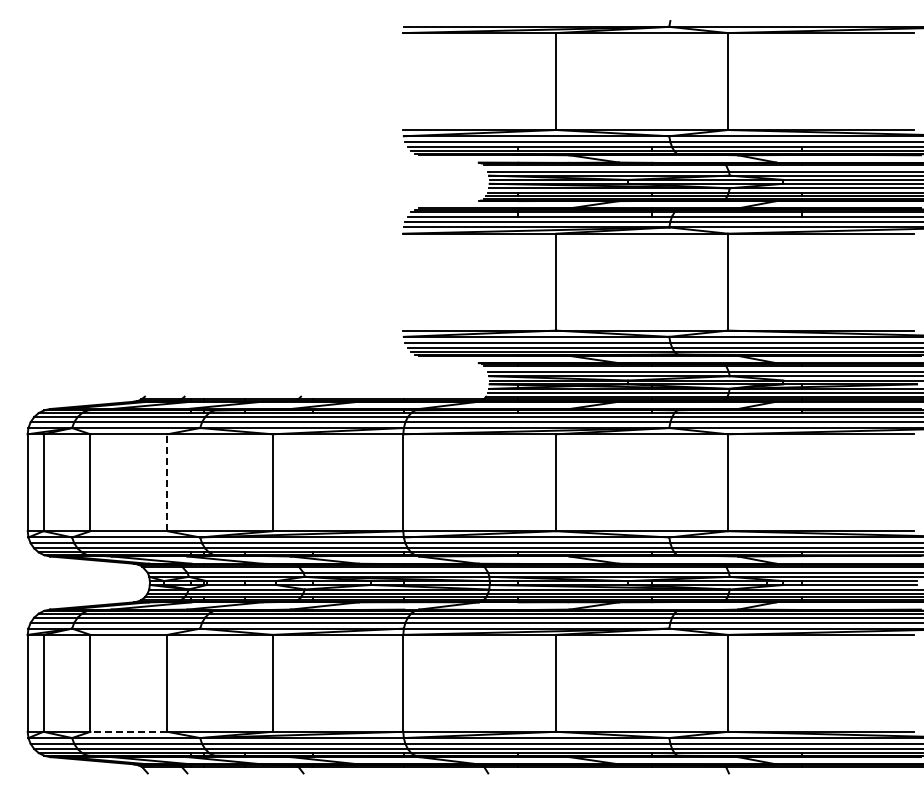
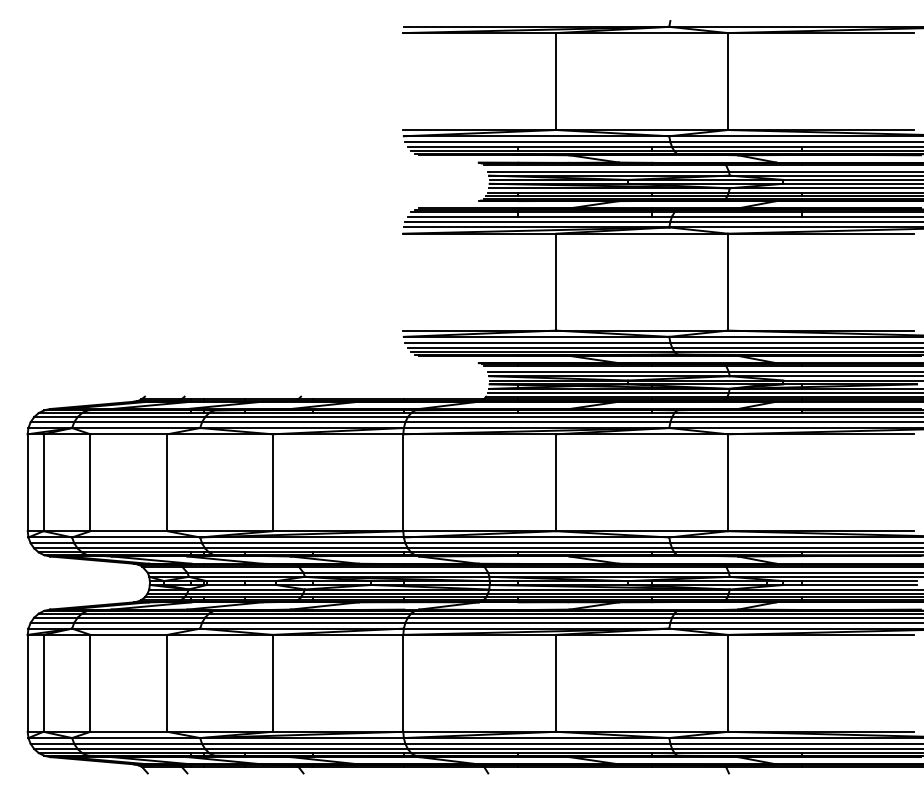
line at (167, 482): dashed -> solid
line at (128, 731): dashed -> solid
